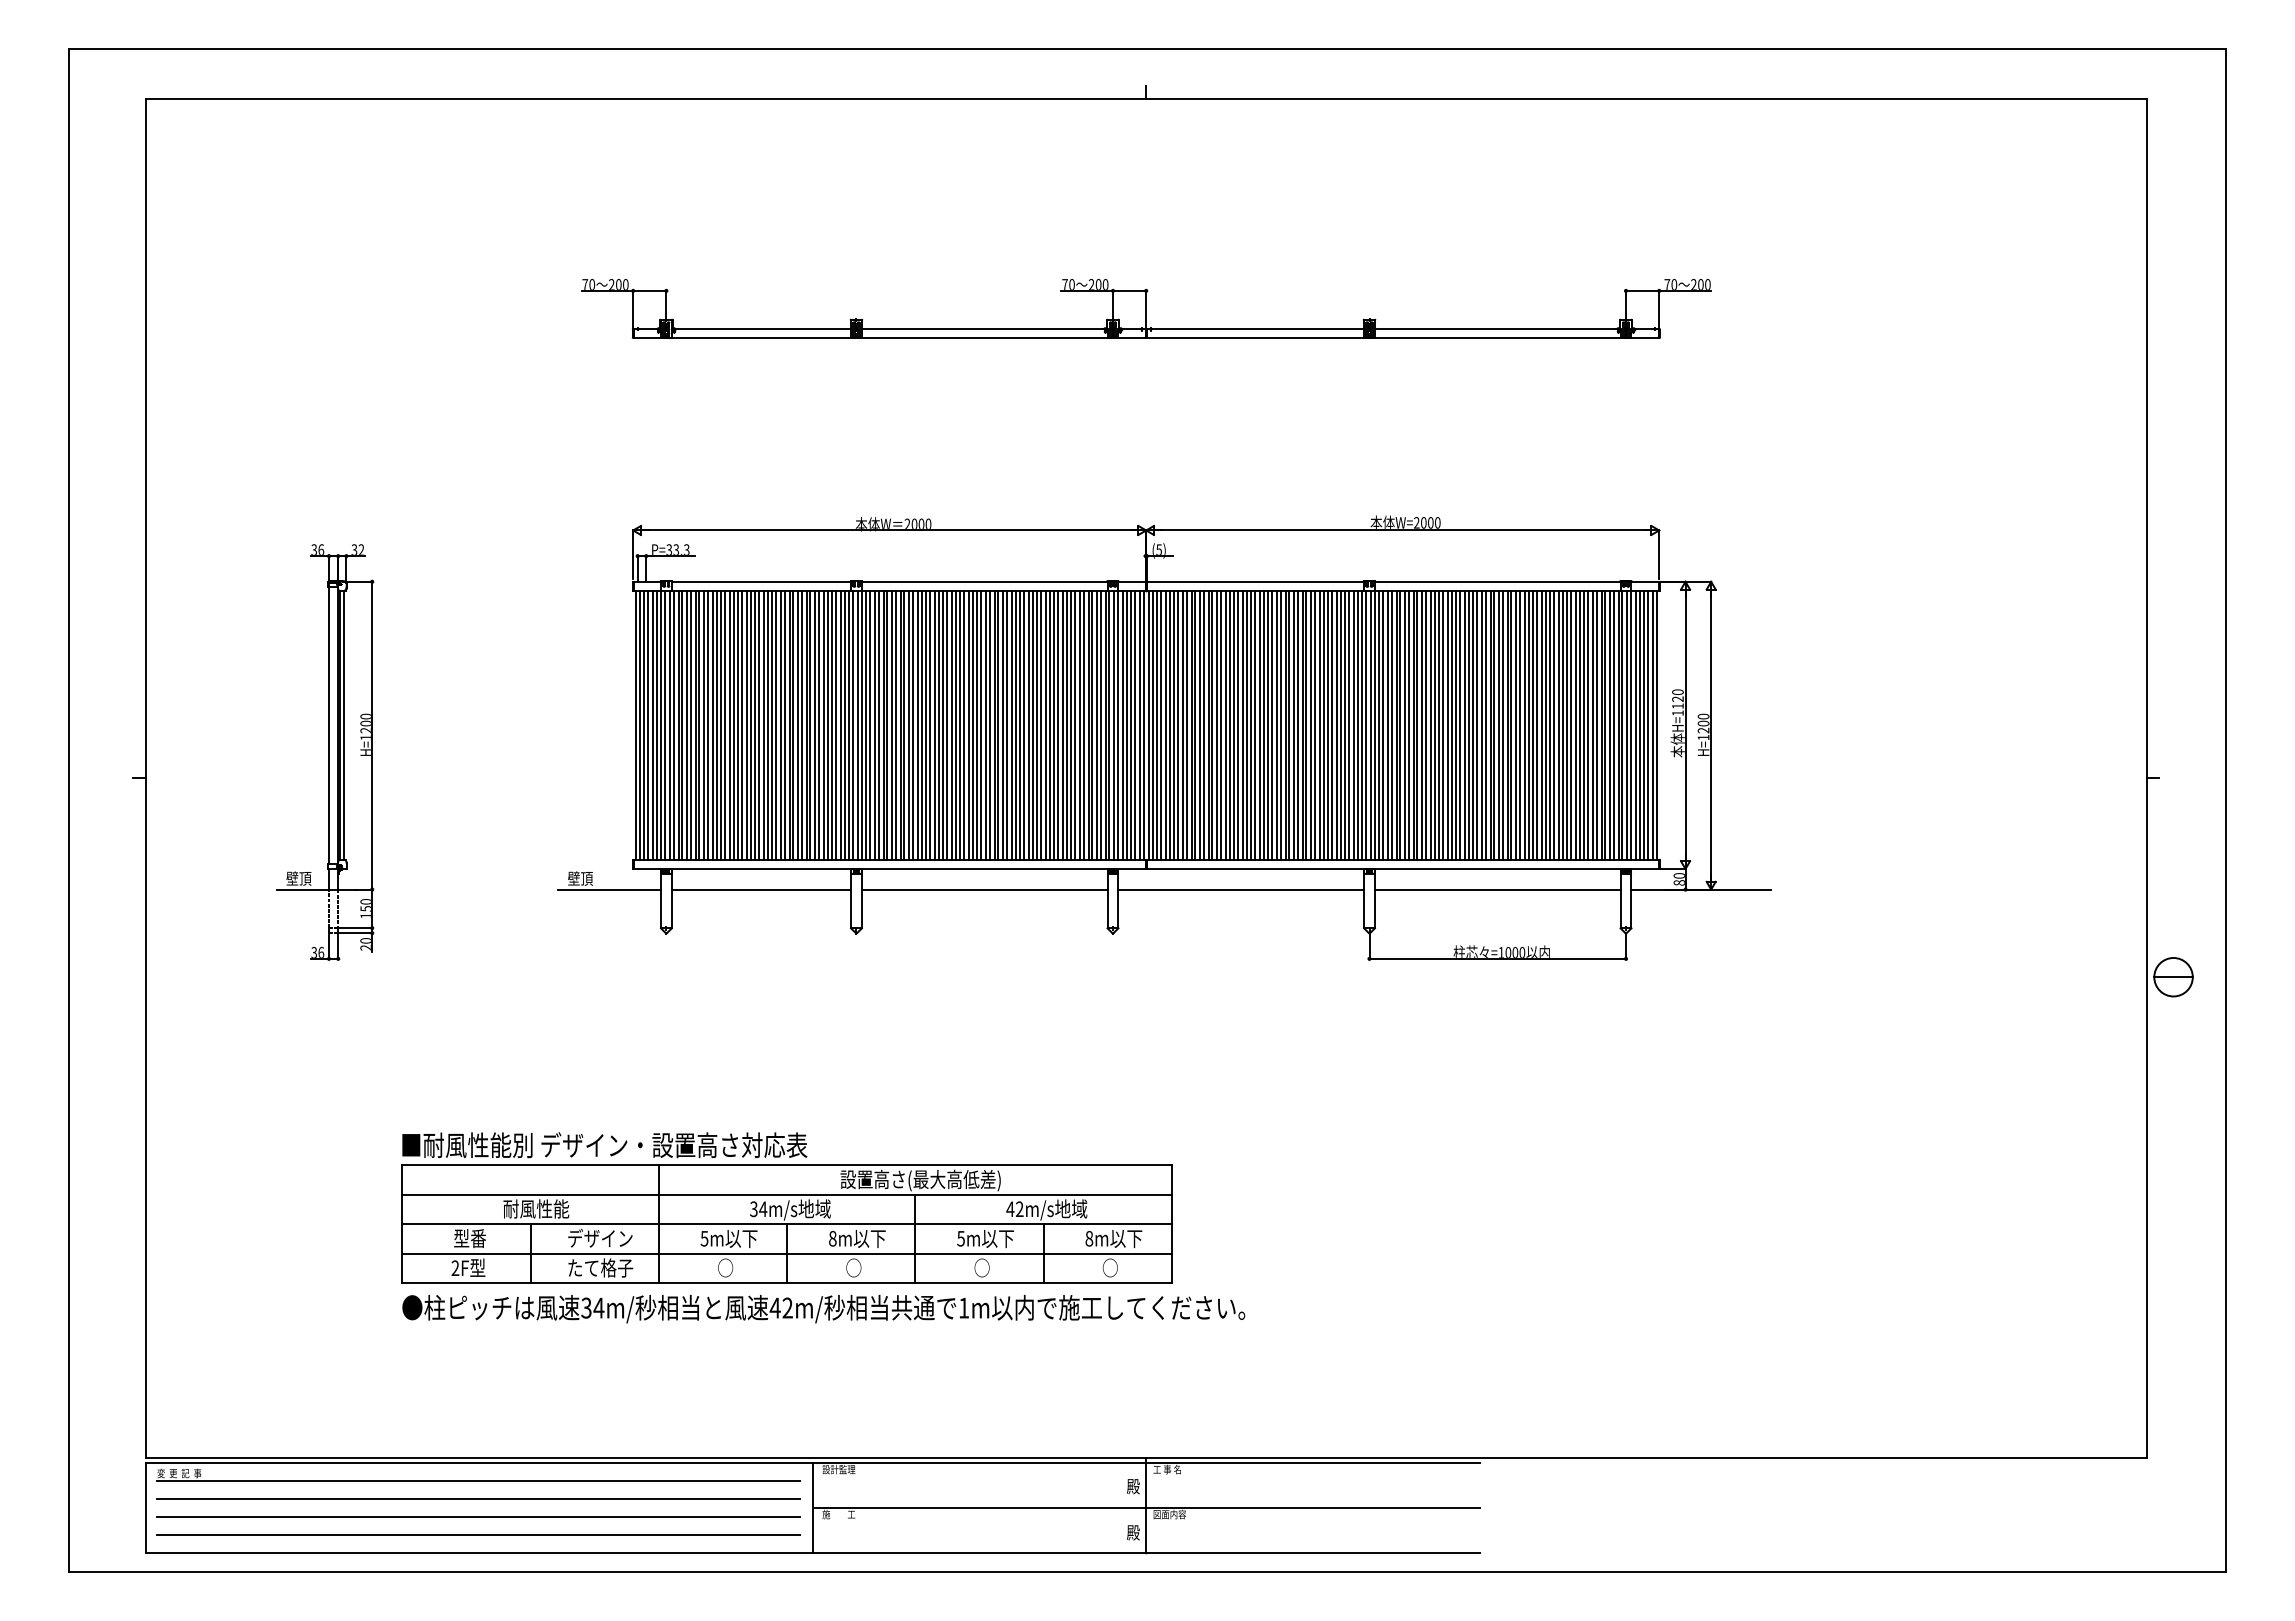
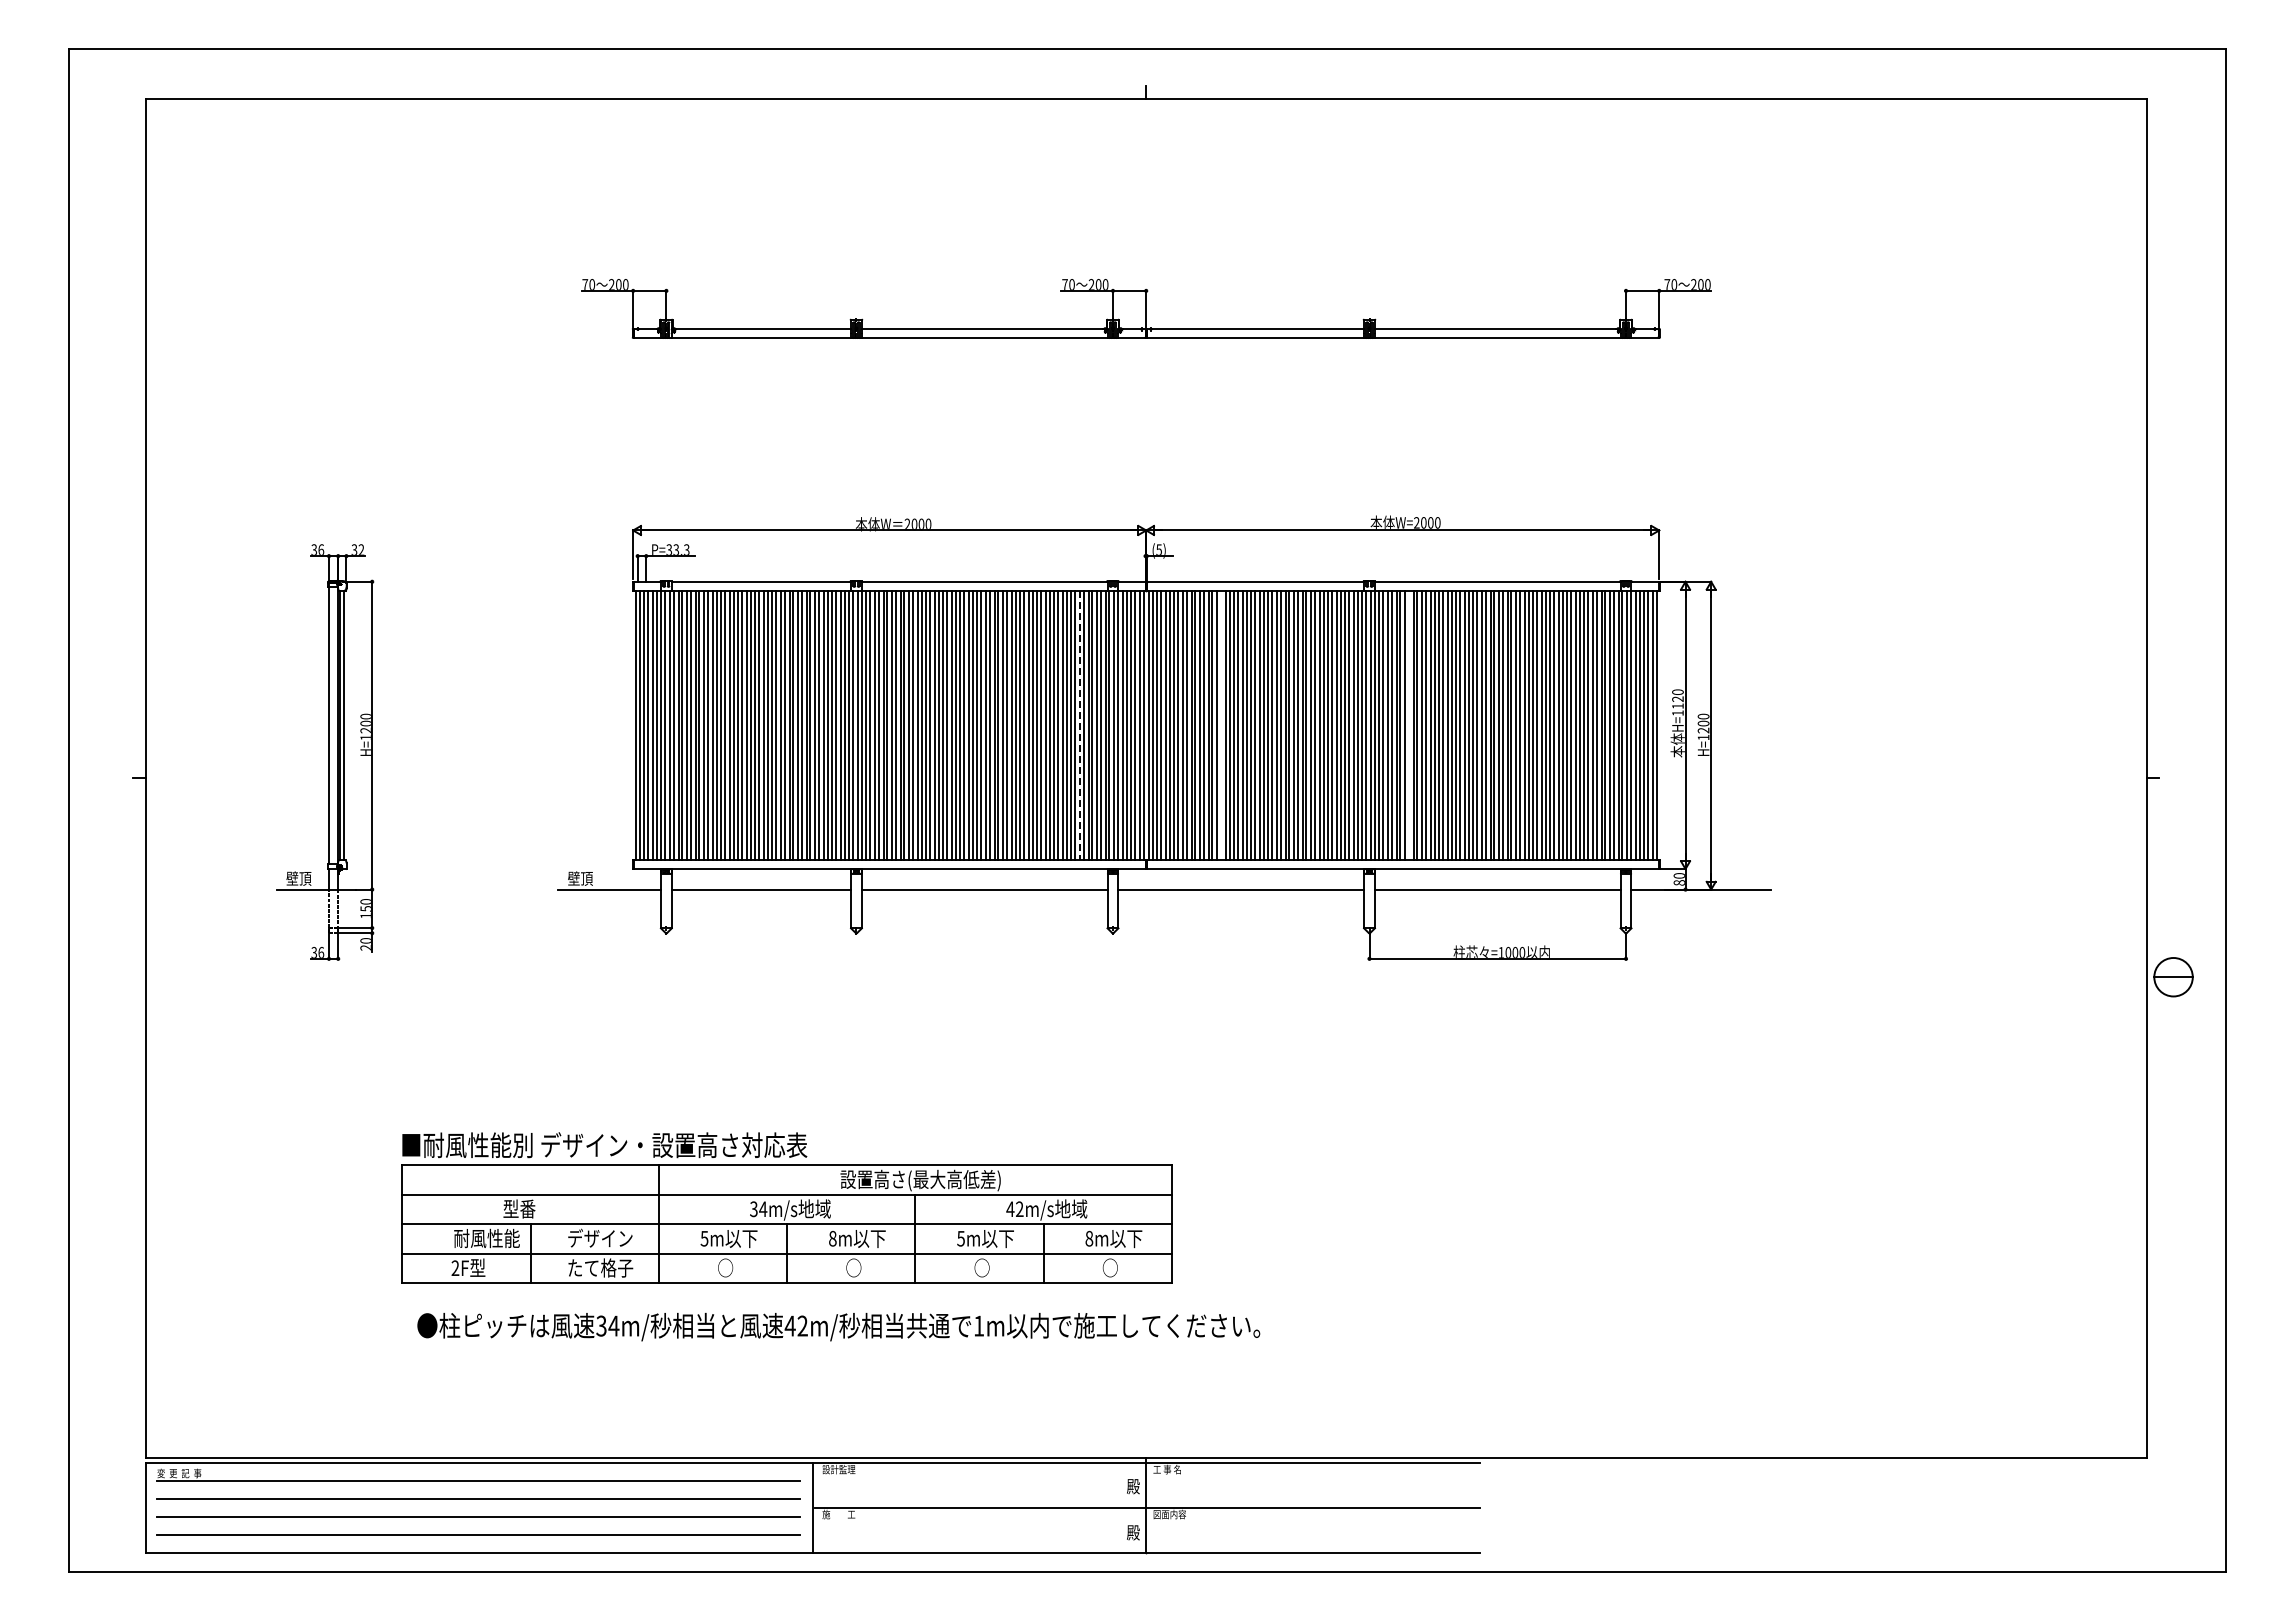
line at (1079, 725): solid -> dashed
line at (1221, 725): present -> none
line at (1408, 725): present -> none
text at (536, 1208): 耐風性能 -> 型番
text at (486, 1238): 型番 -> 耐風性能
text at (823, 1309) position: (823, 1309) -> (838, 1327)
